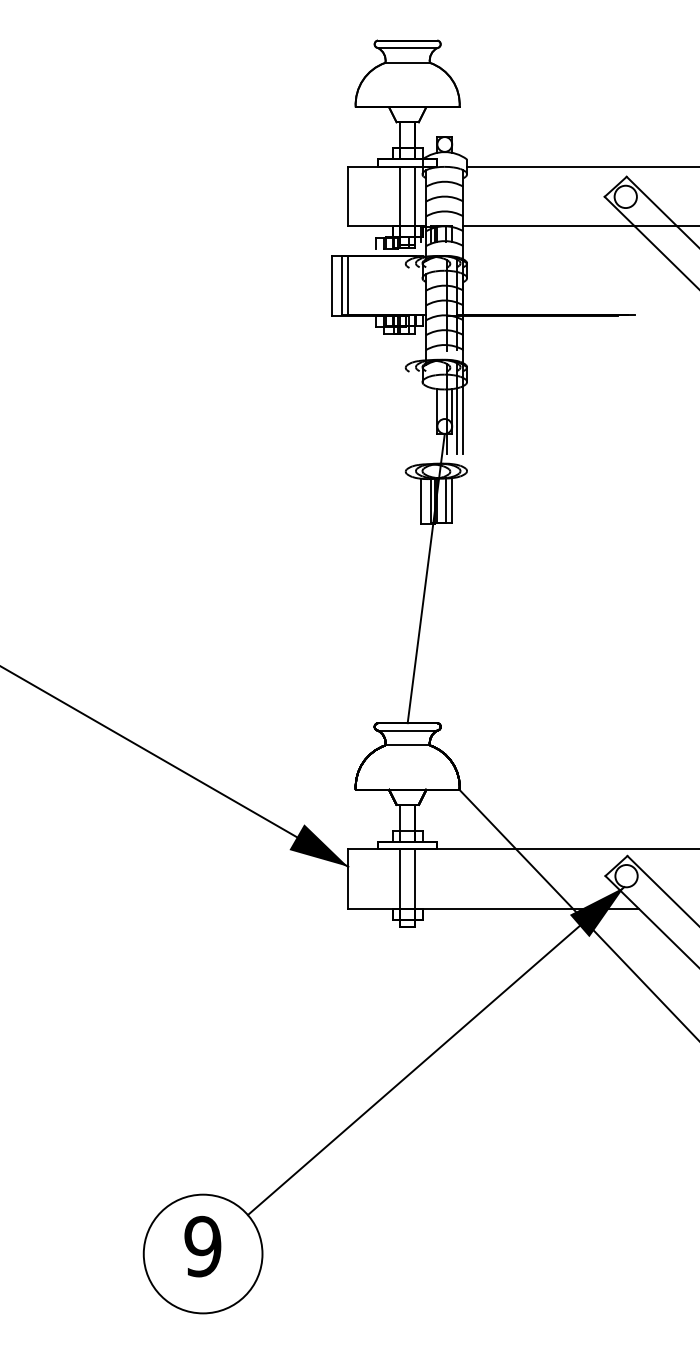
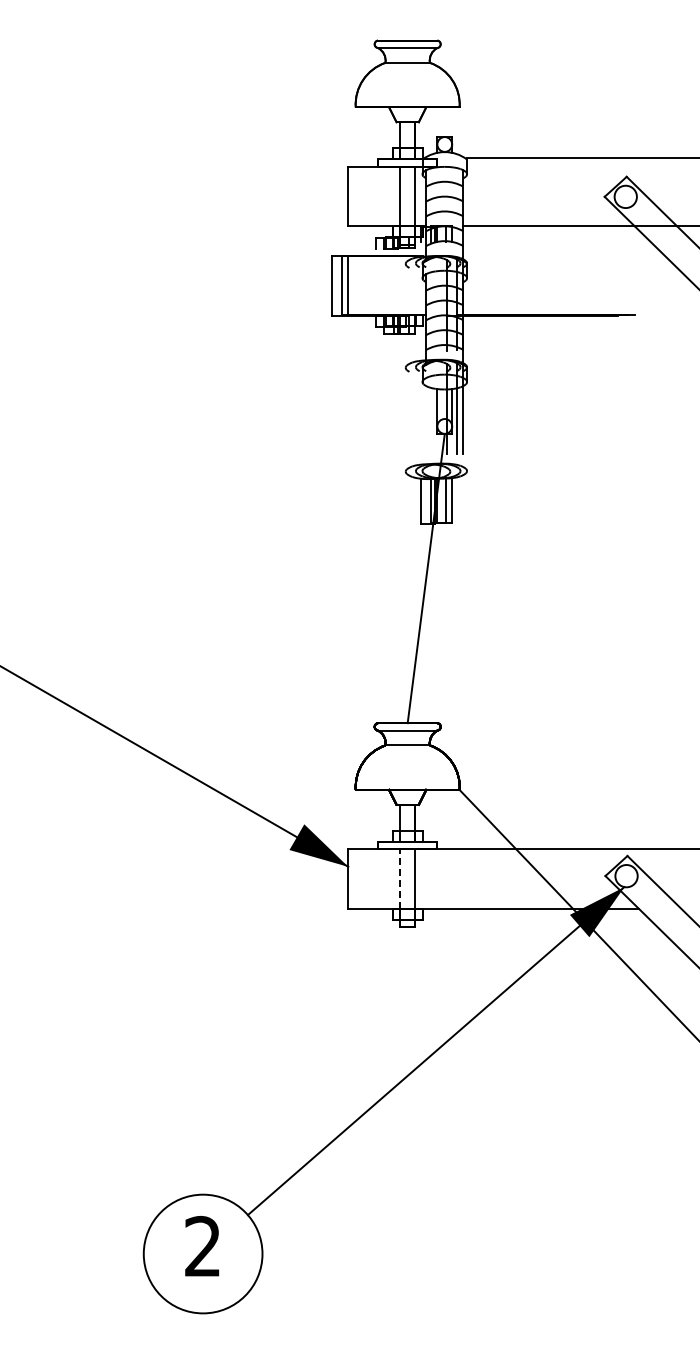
line at (581, 166) position: (581, 166) -> (581, 157)
line at (400, 879): solid -> dashed
text at (202, 1246): 9 -> 2
